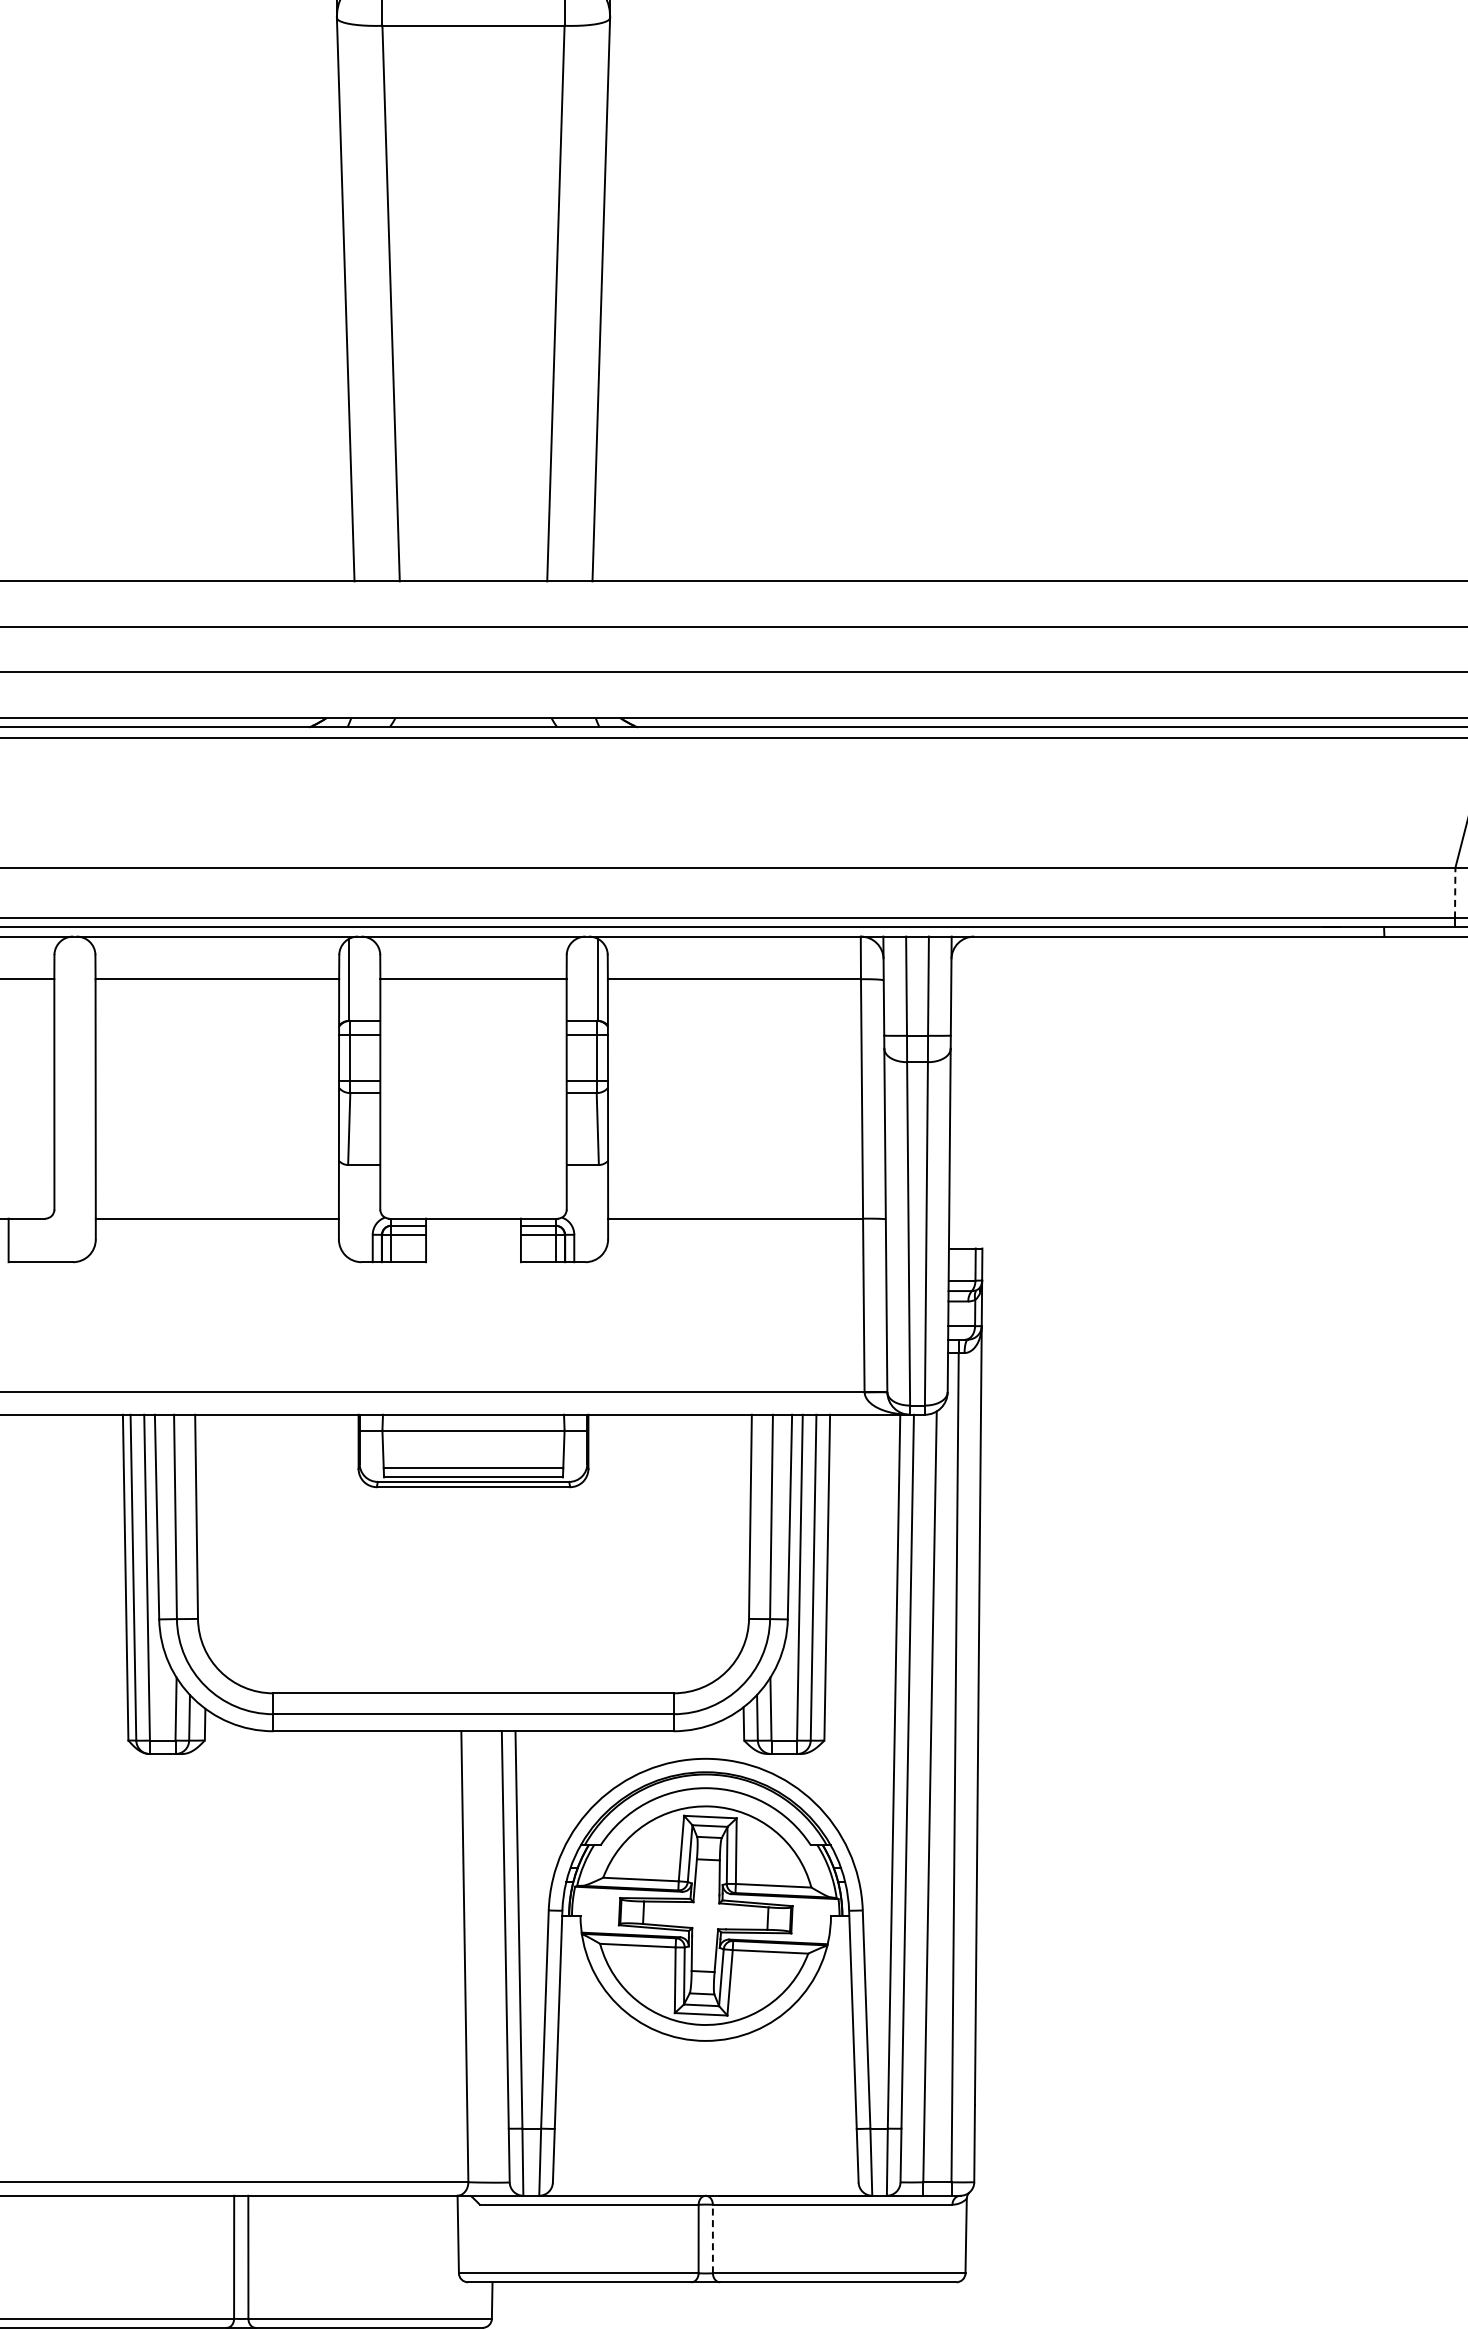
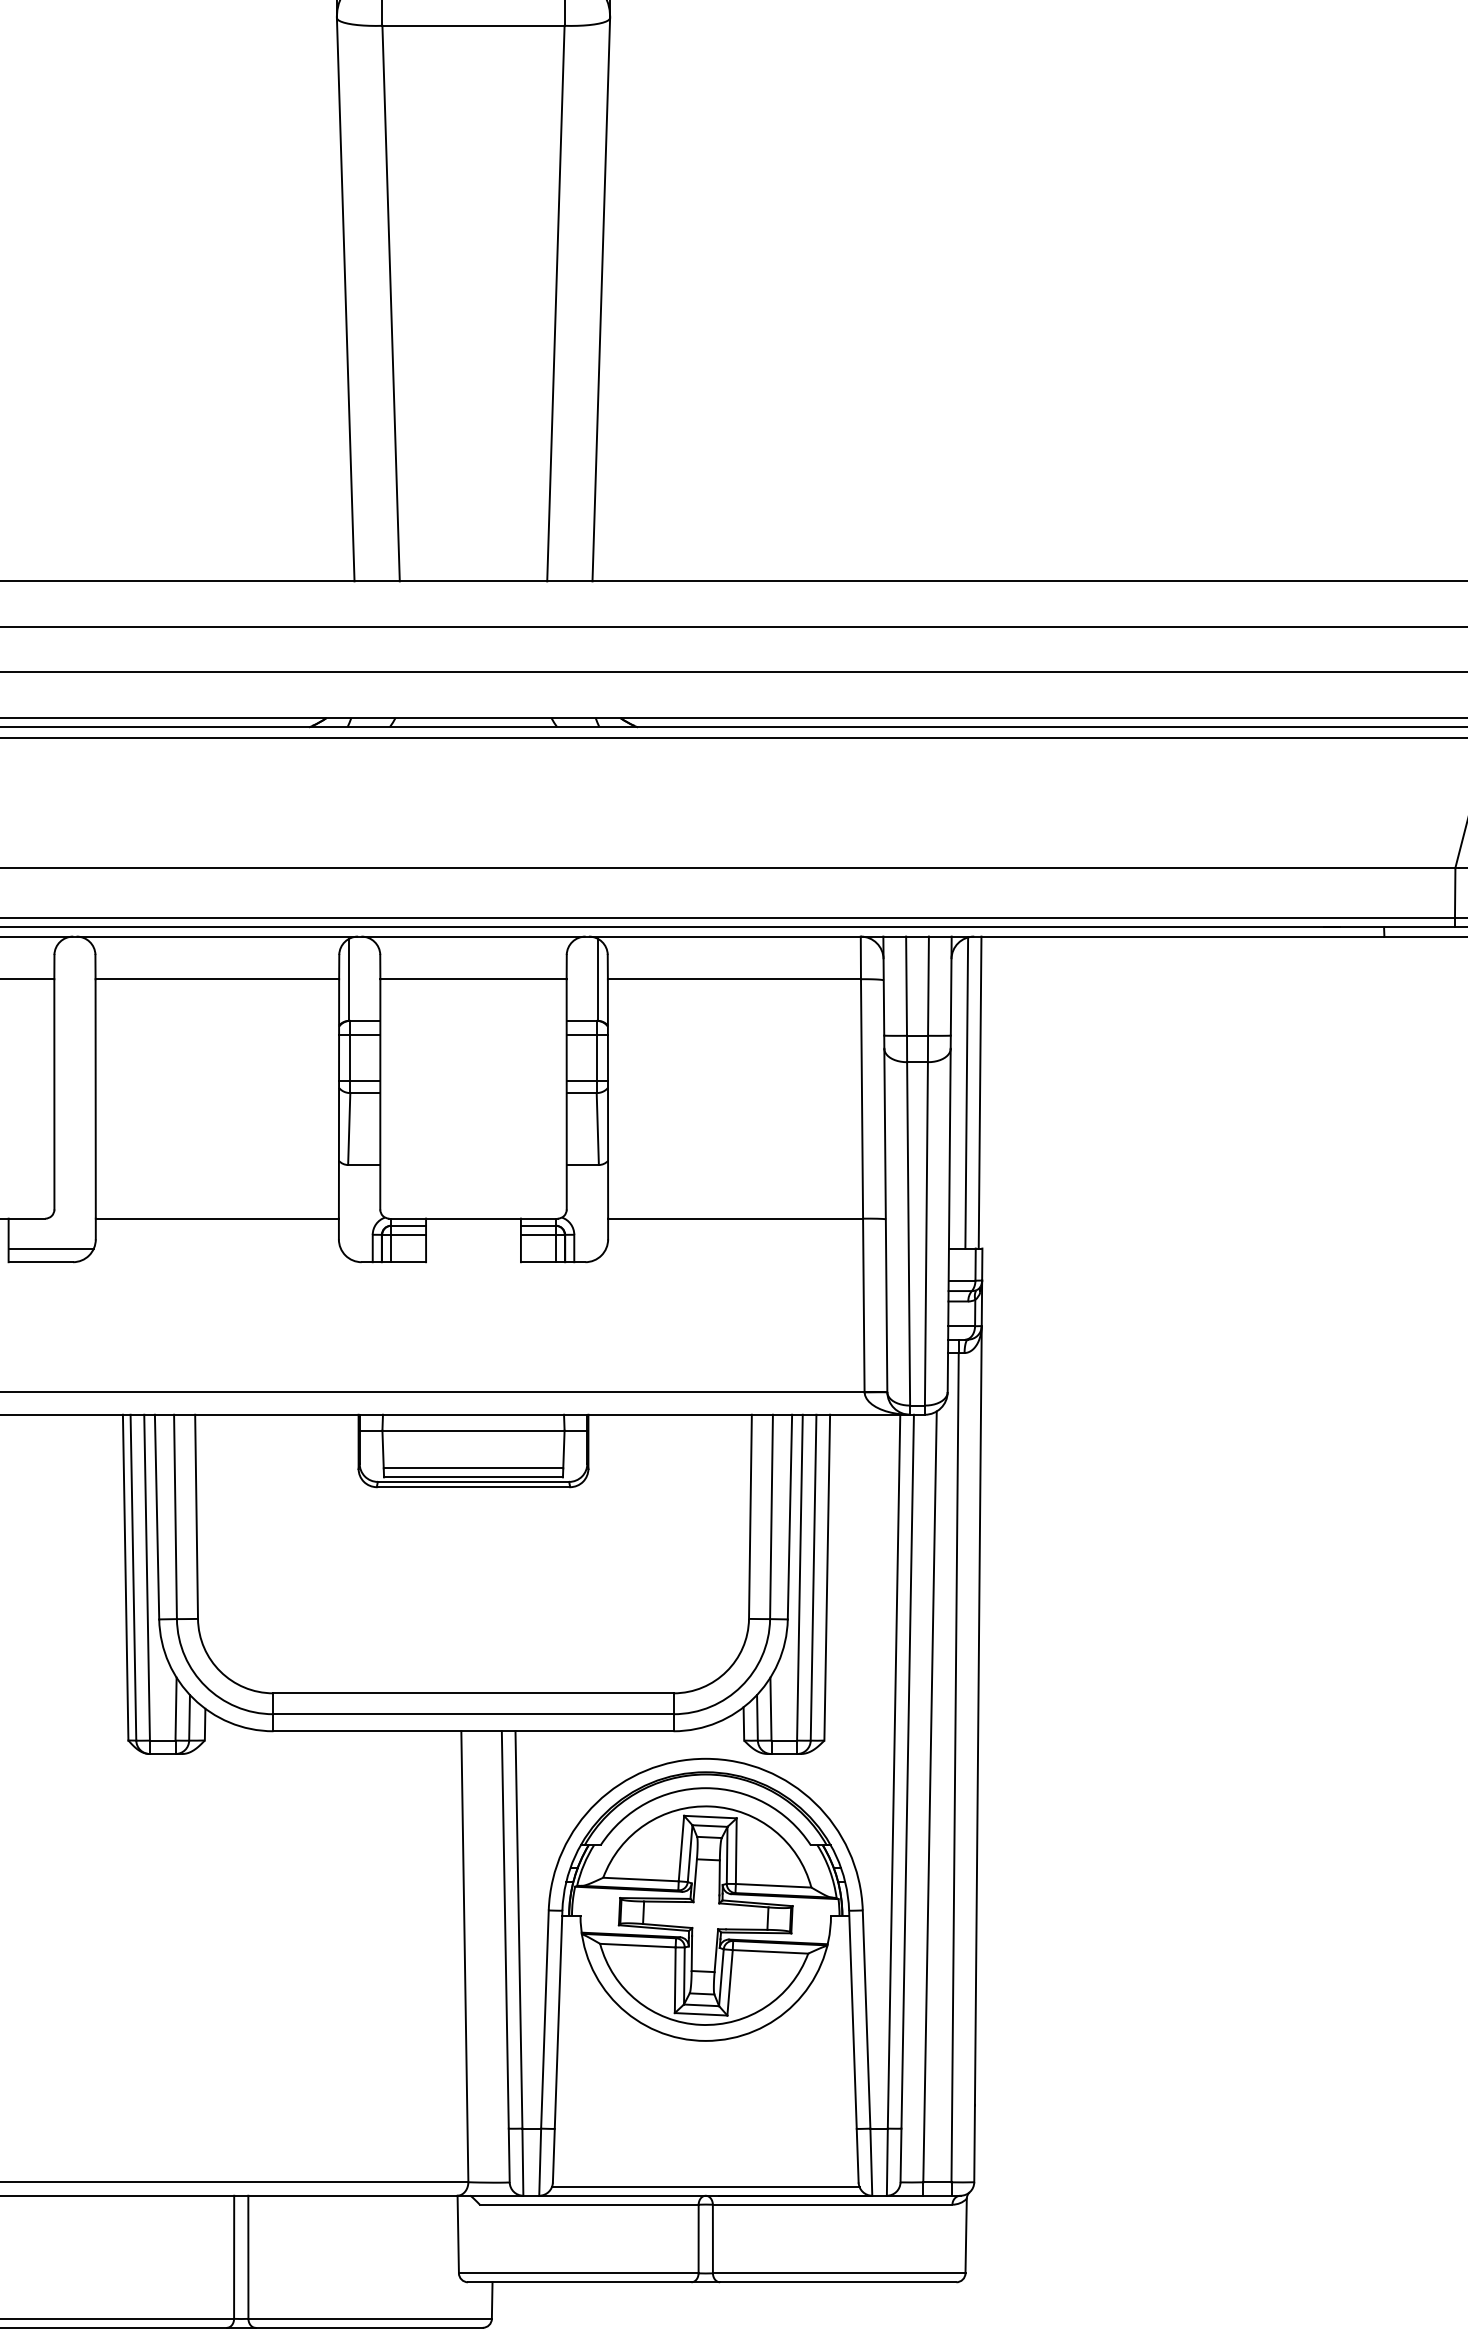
line at (1455, 892): dashed -> solid
line at (966, 1092): none -> present
line at (979, 1092): none -> present
line at (50, 1248): none -> present
line at (705, 2186): none -> present
line at (712, 2238): dashed -> solid
